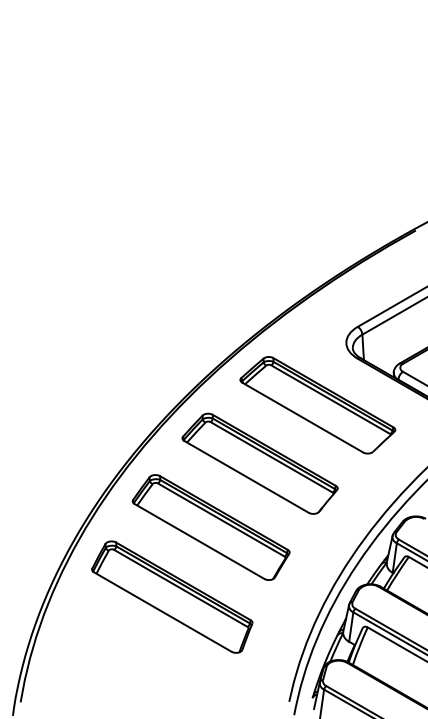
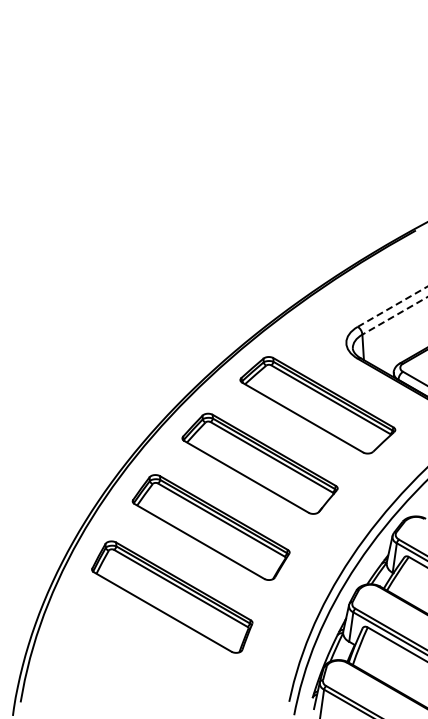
line at (393, 306): solid -> dashed
line at (394, 316): solid -> dashed
